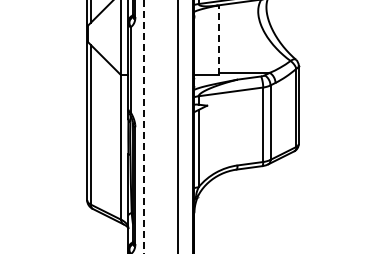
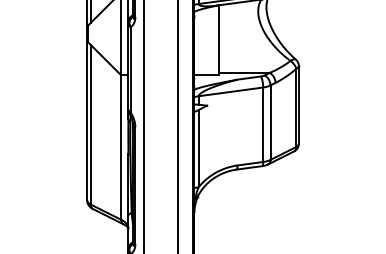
line at (219, 40): dashed -> solid
line at (143, 127): dashed -> solid
